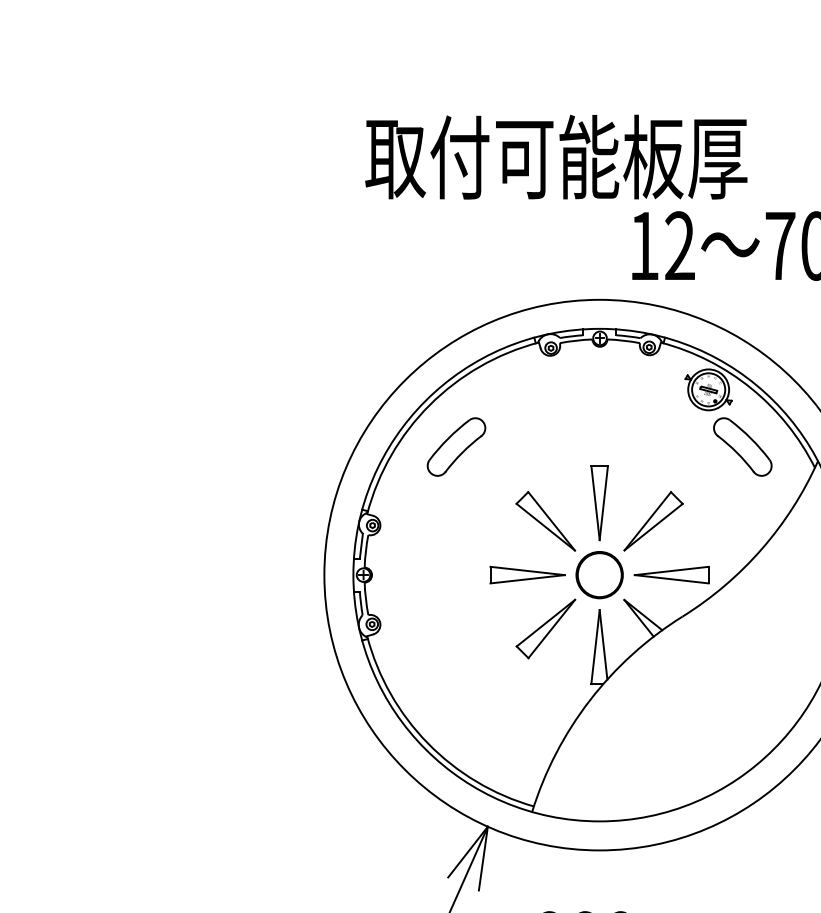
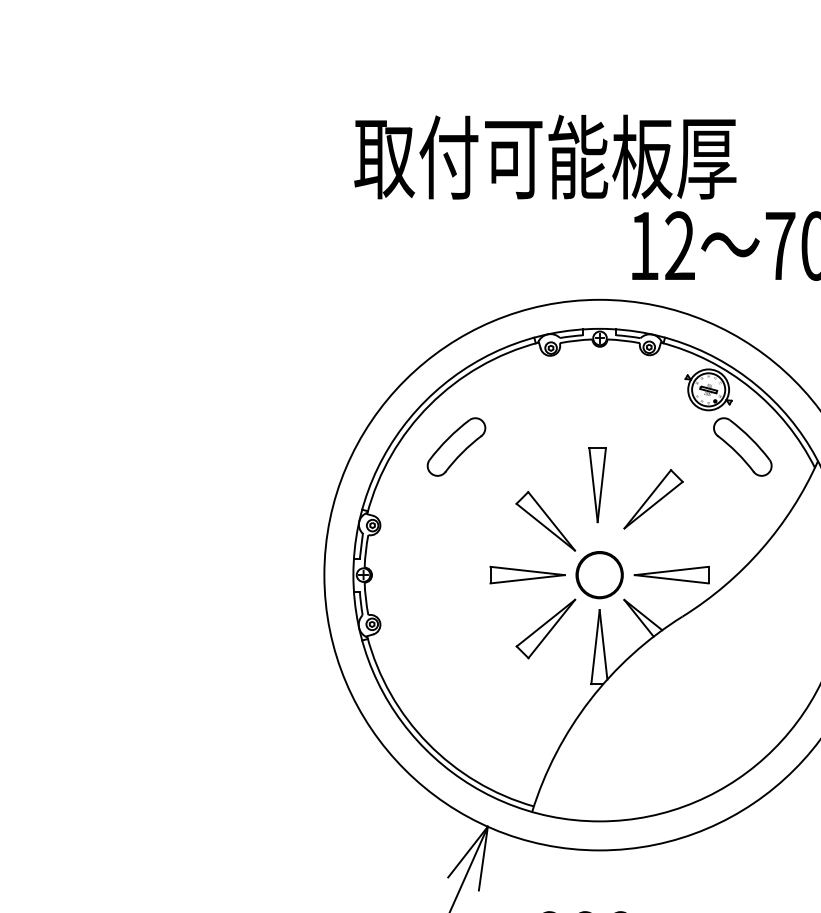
text at (556, 156) position: (556, 156) -> (545, 156)
part at (599, 503) position: (599, 503) -> (597, 485)
part at (653, 521) position: (653, 521) -> (653, 499)
